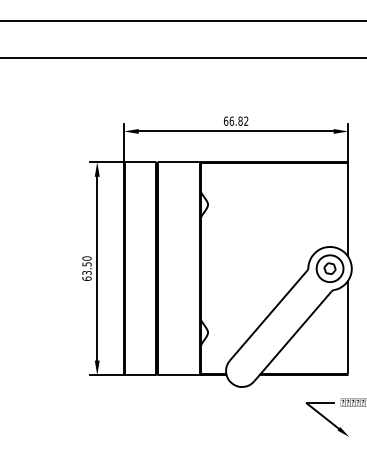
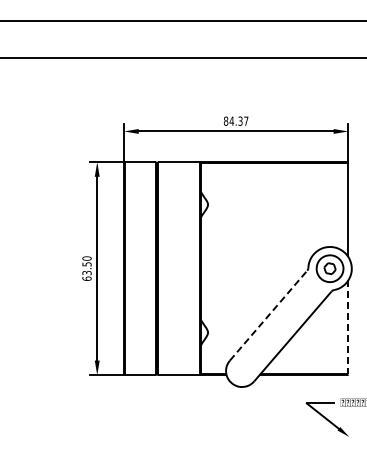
text at (235, 120): 66.82 -> 84.37
line at (268, 315): solid -> dashed
line at (348, 327): solid -> dashed
